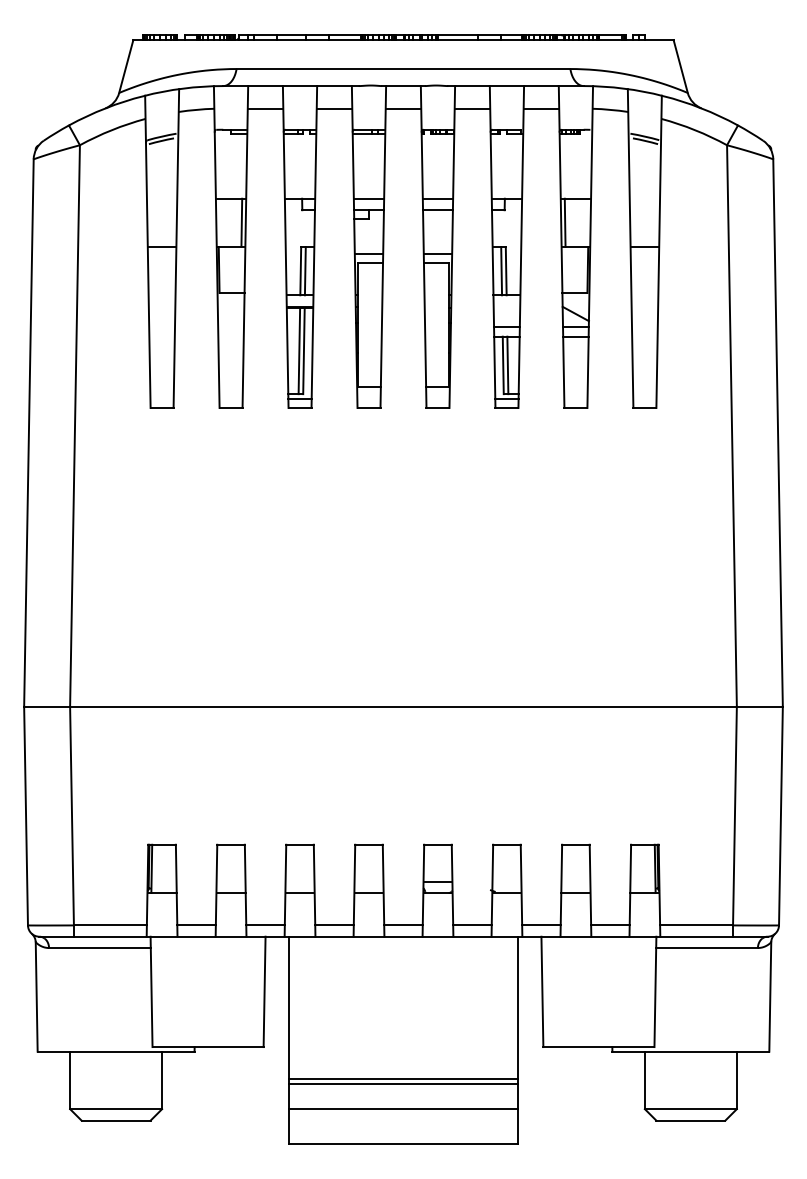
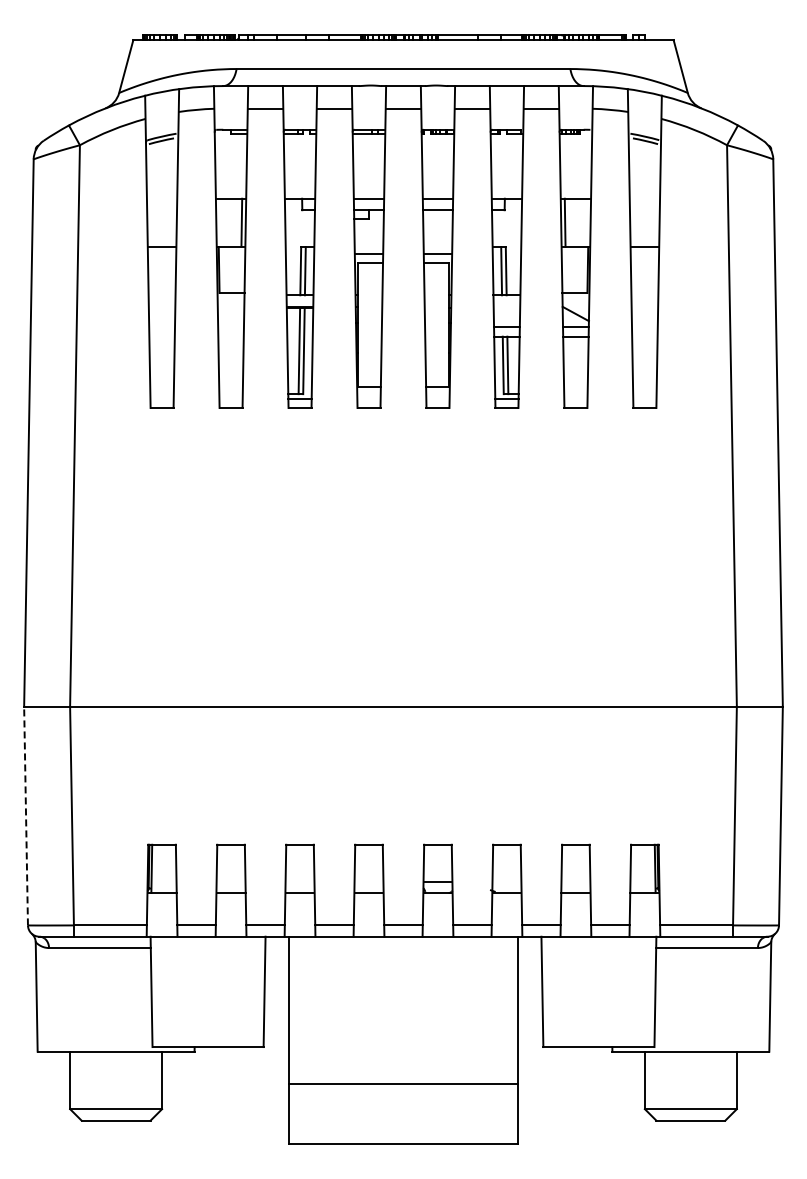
line at (26, 815): solid -> dashed
line at (403, 1079): present -> none
line at (403, 1109): present -> none
